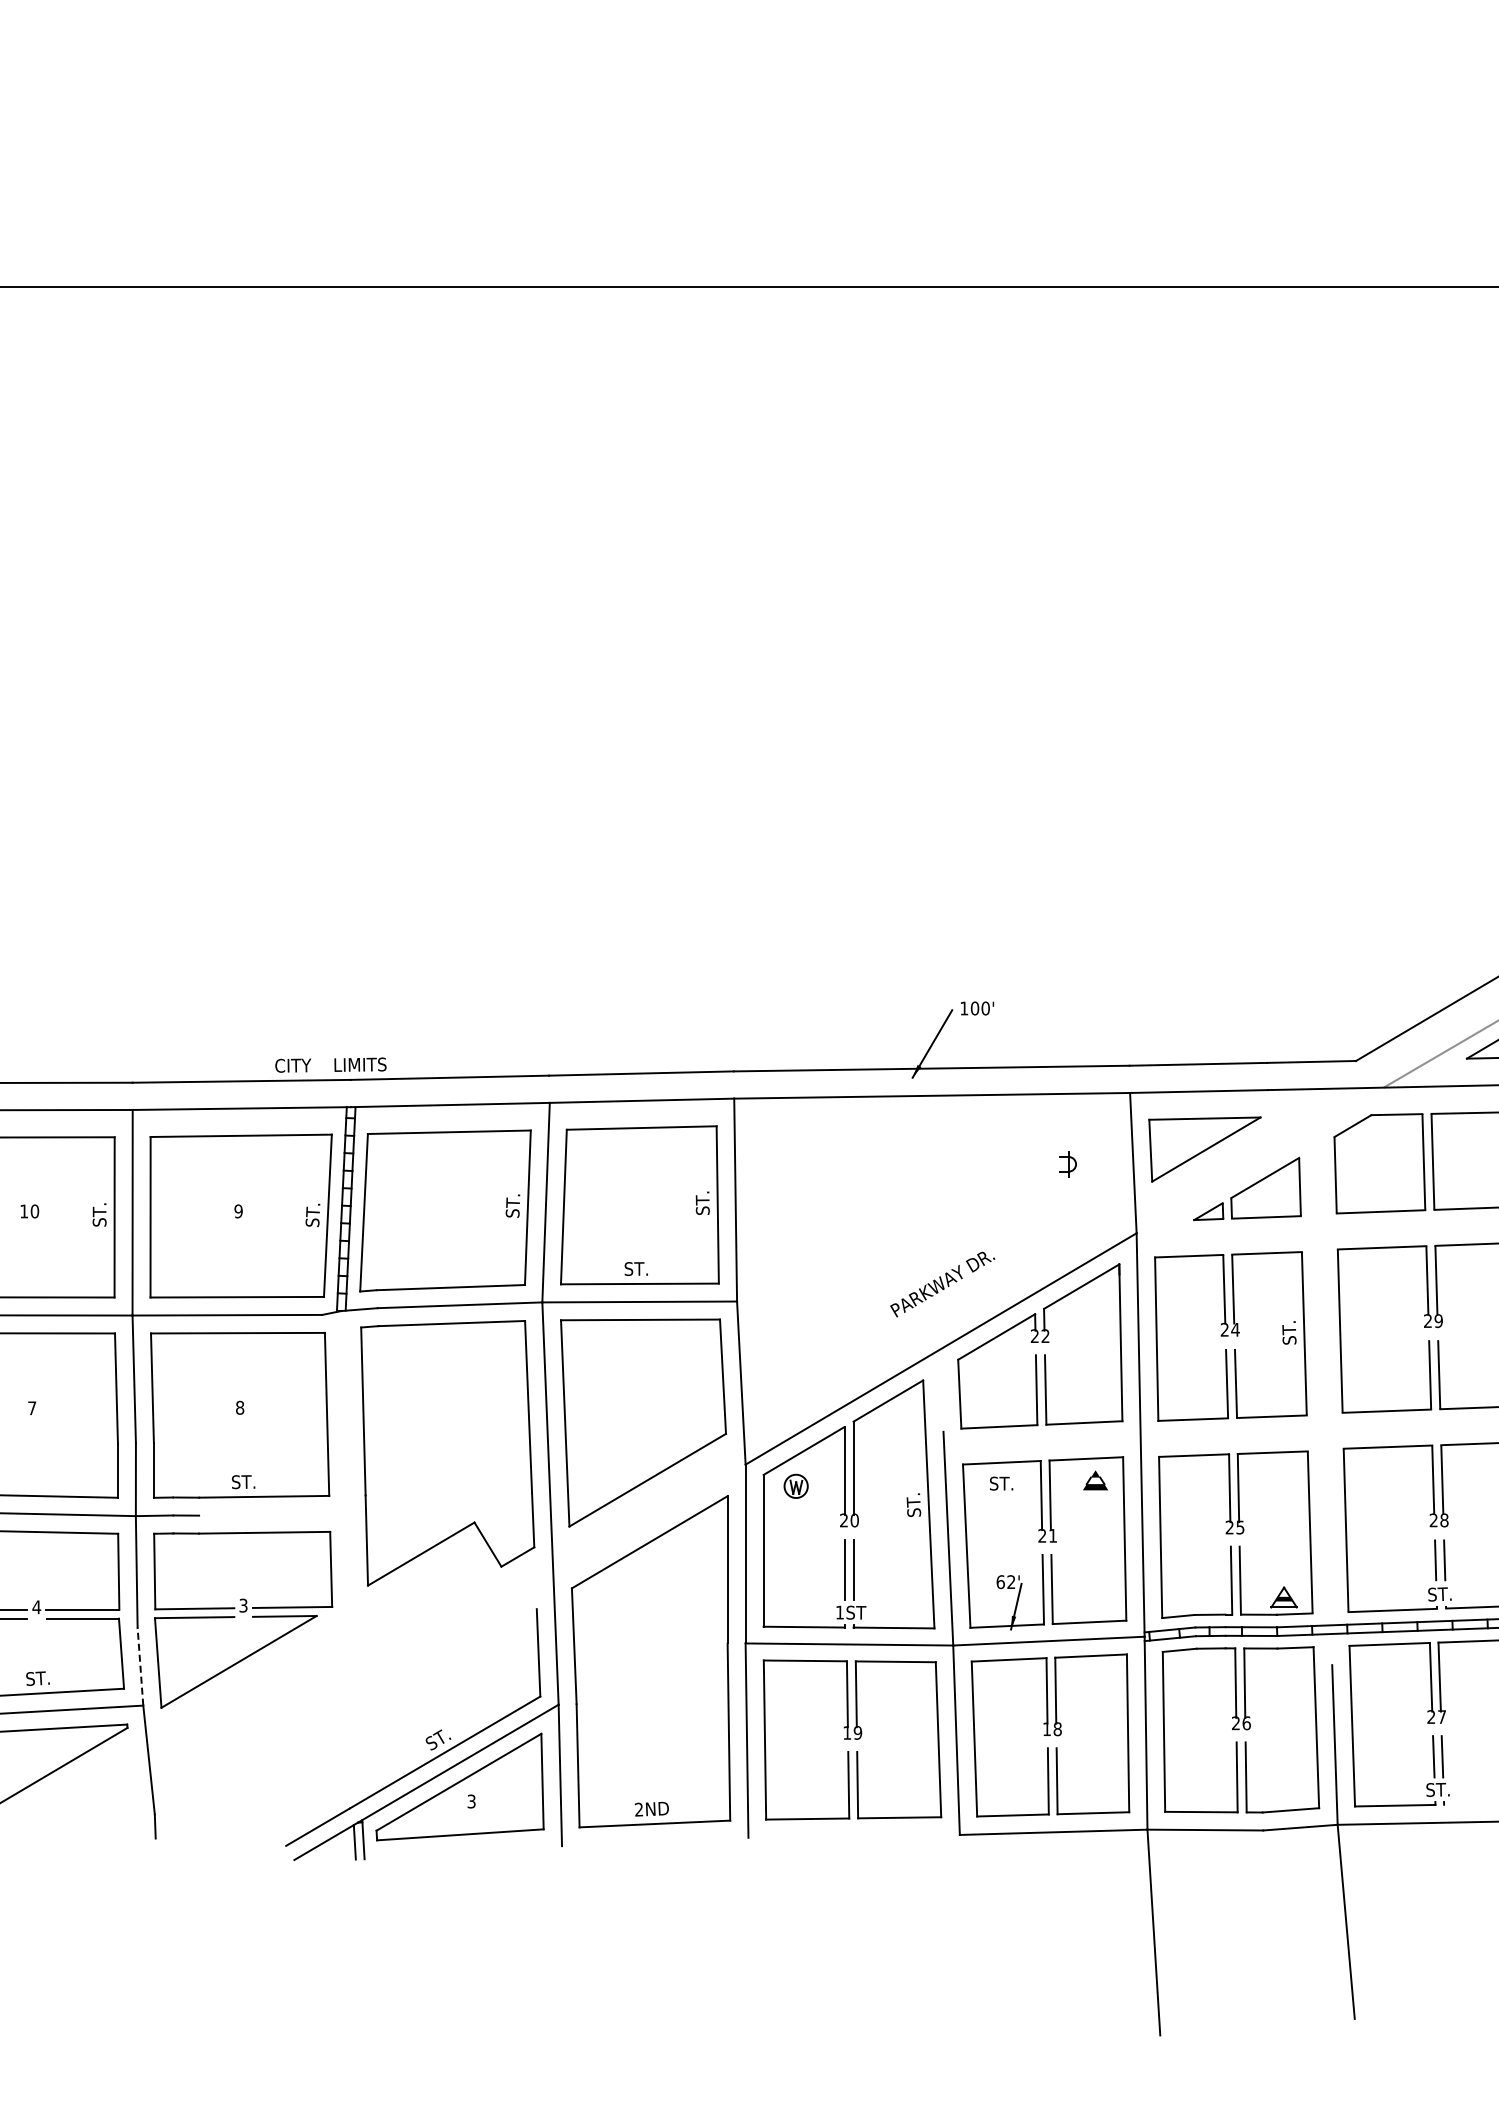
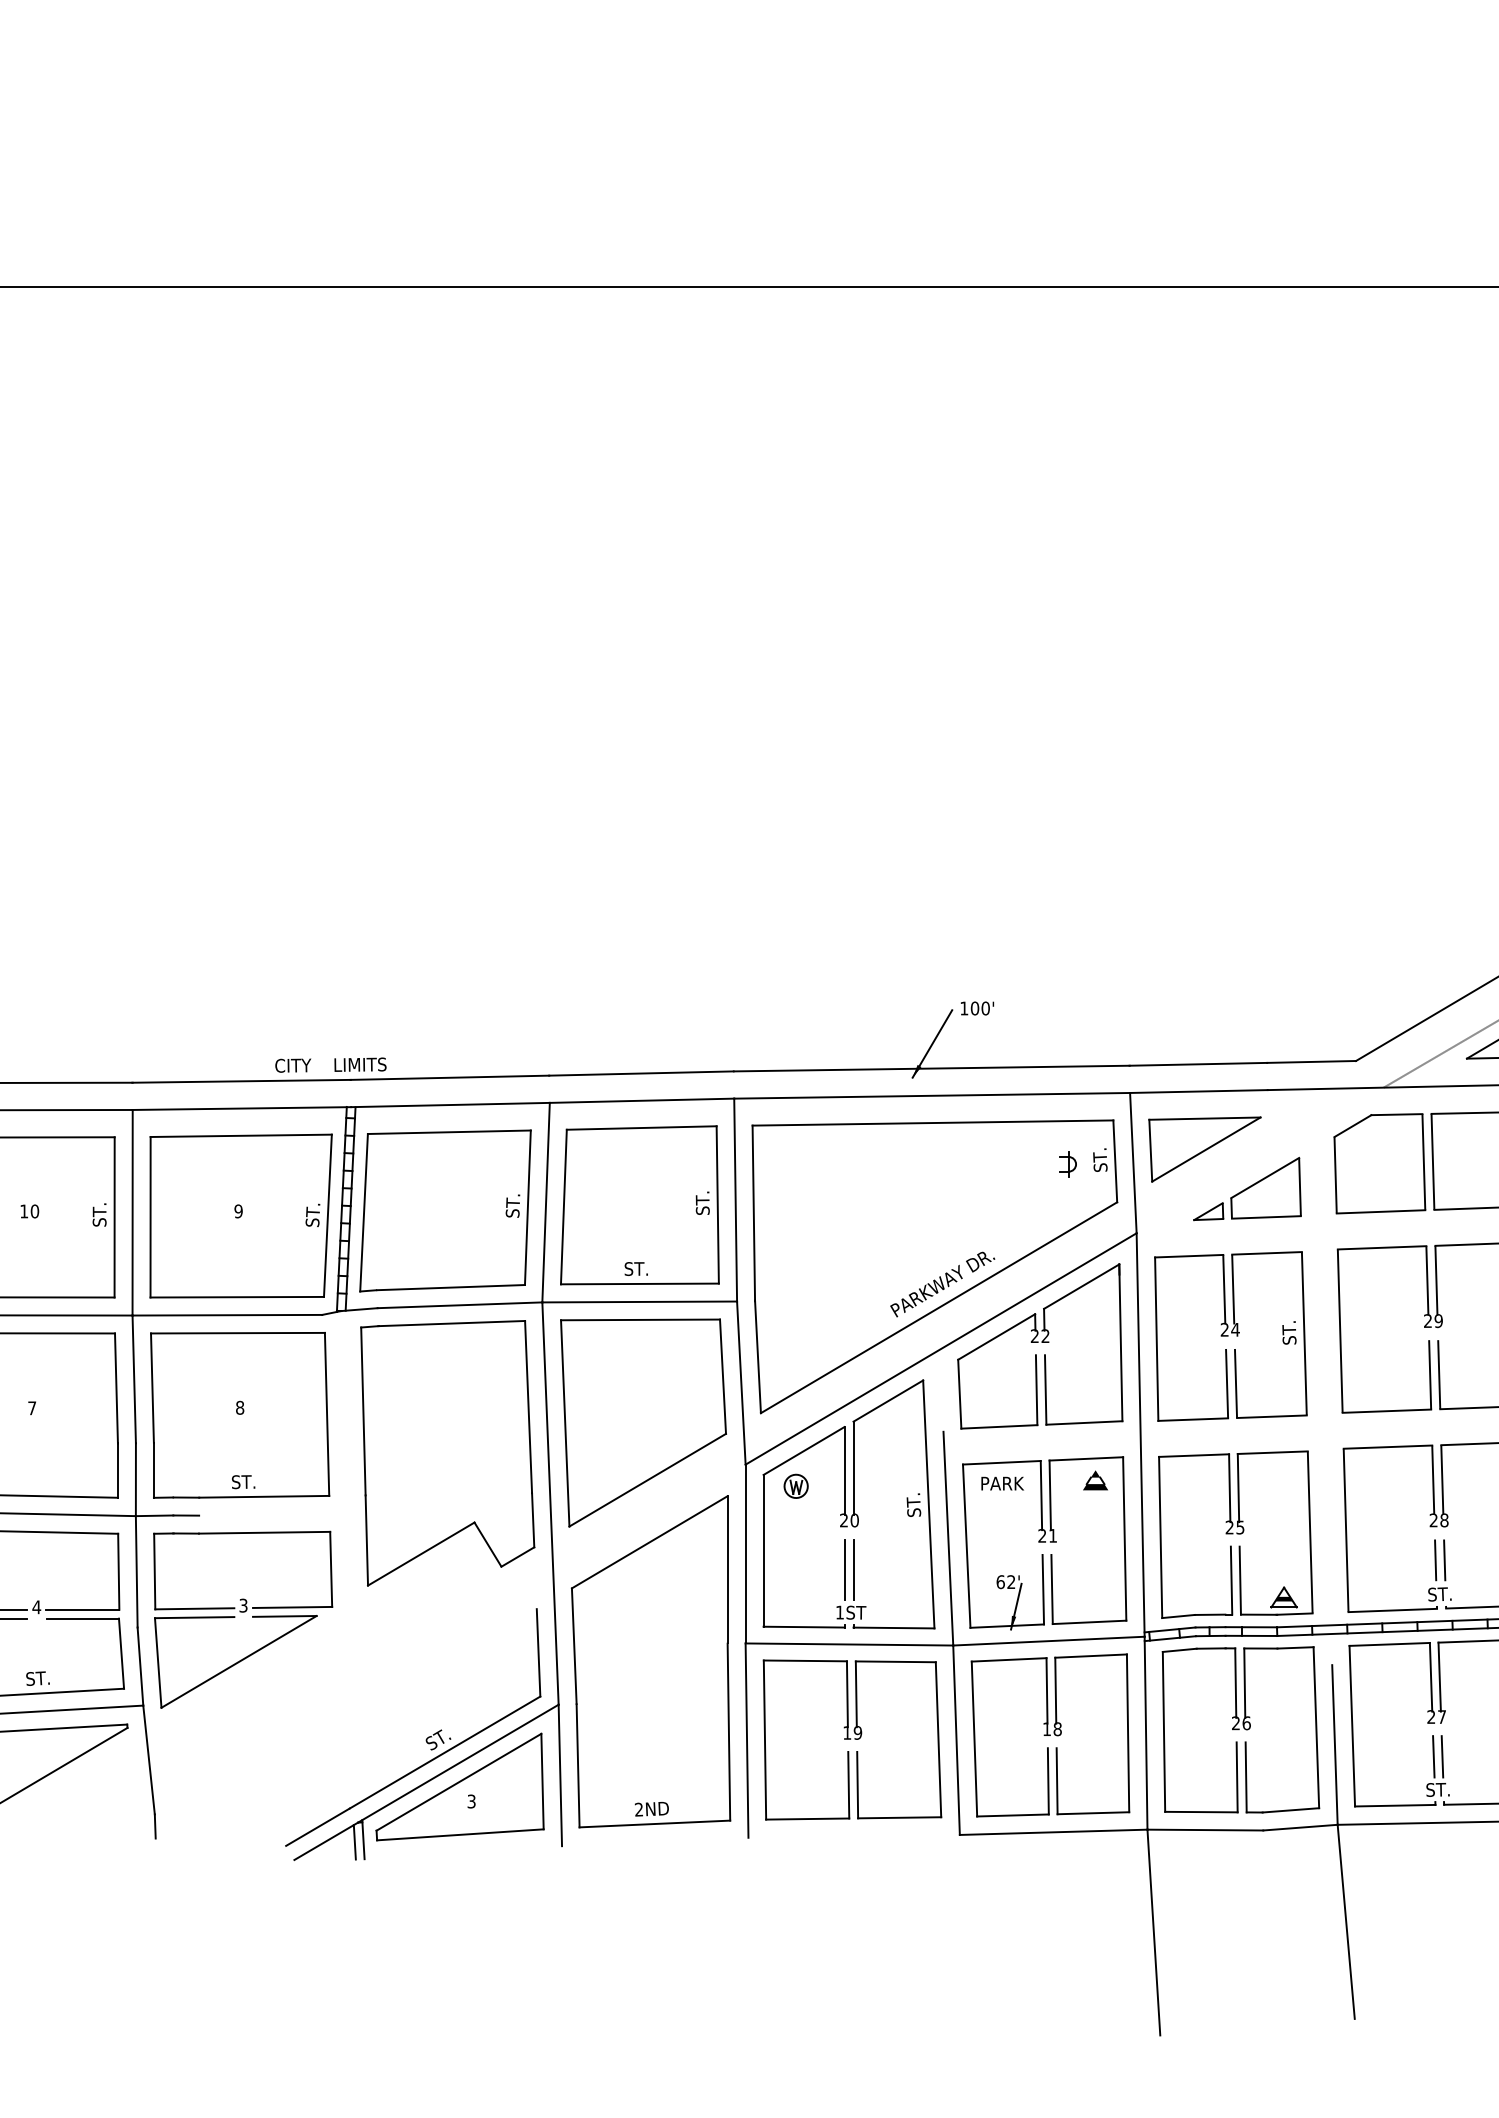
part at (934, 1266): none -> present
text at (1002, 1483): ST. -> PARK
line at (140, 1666): dashed -> solid
line at (1469, 1803): none -> present
